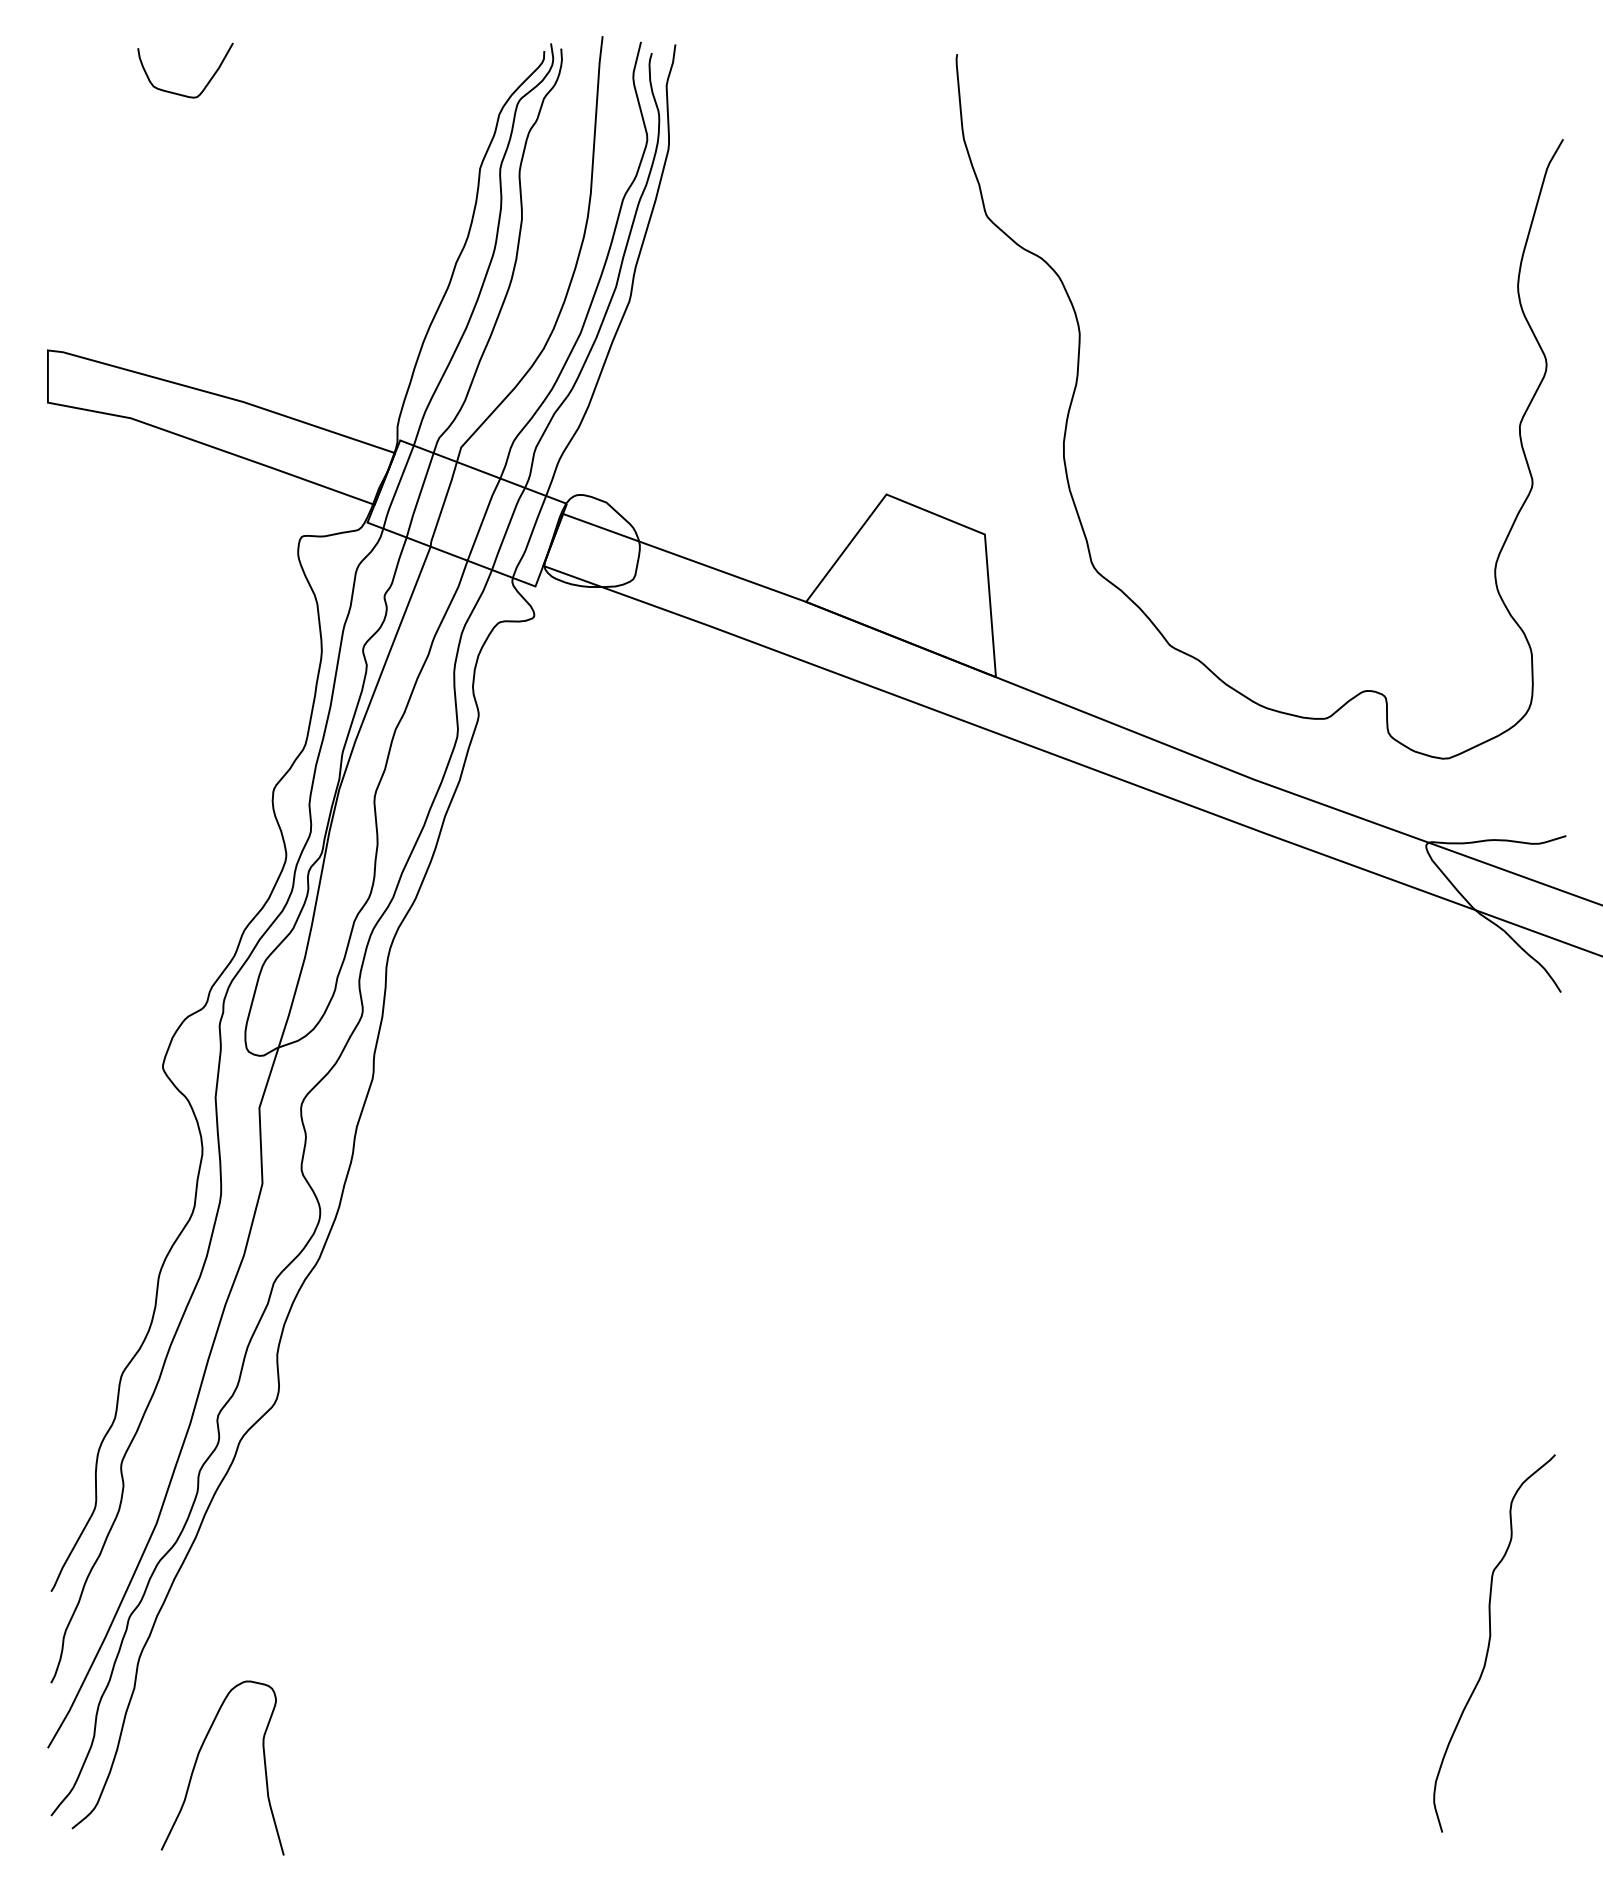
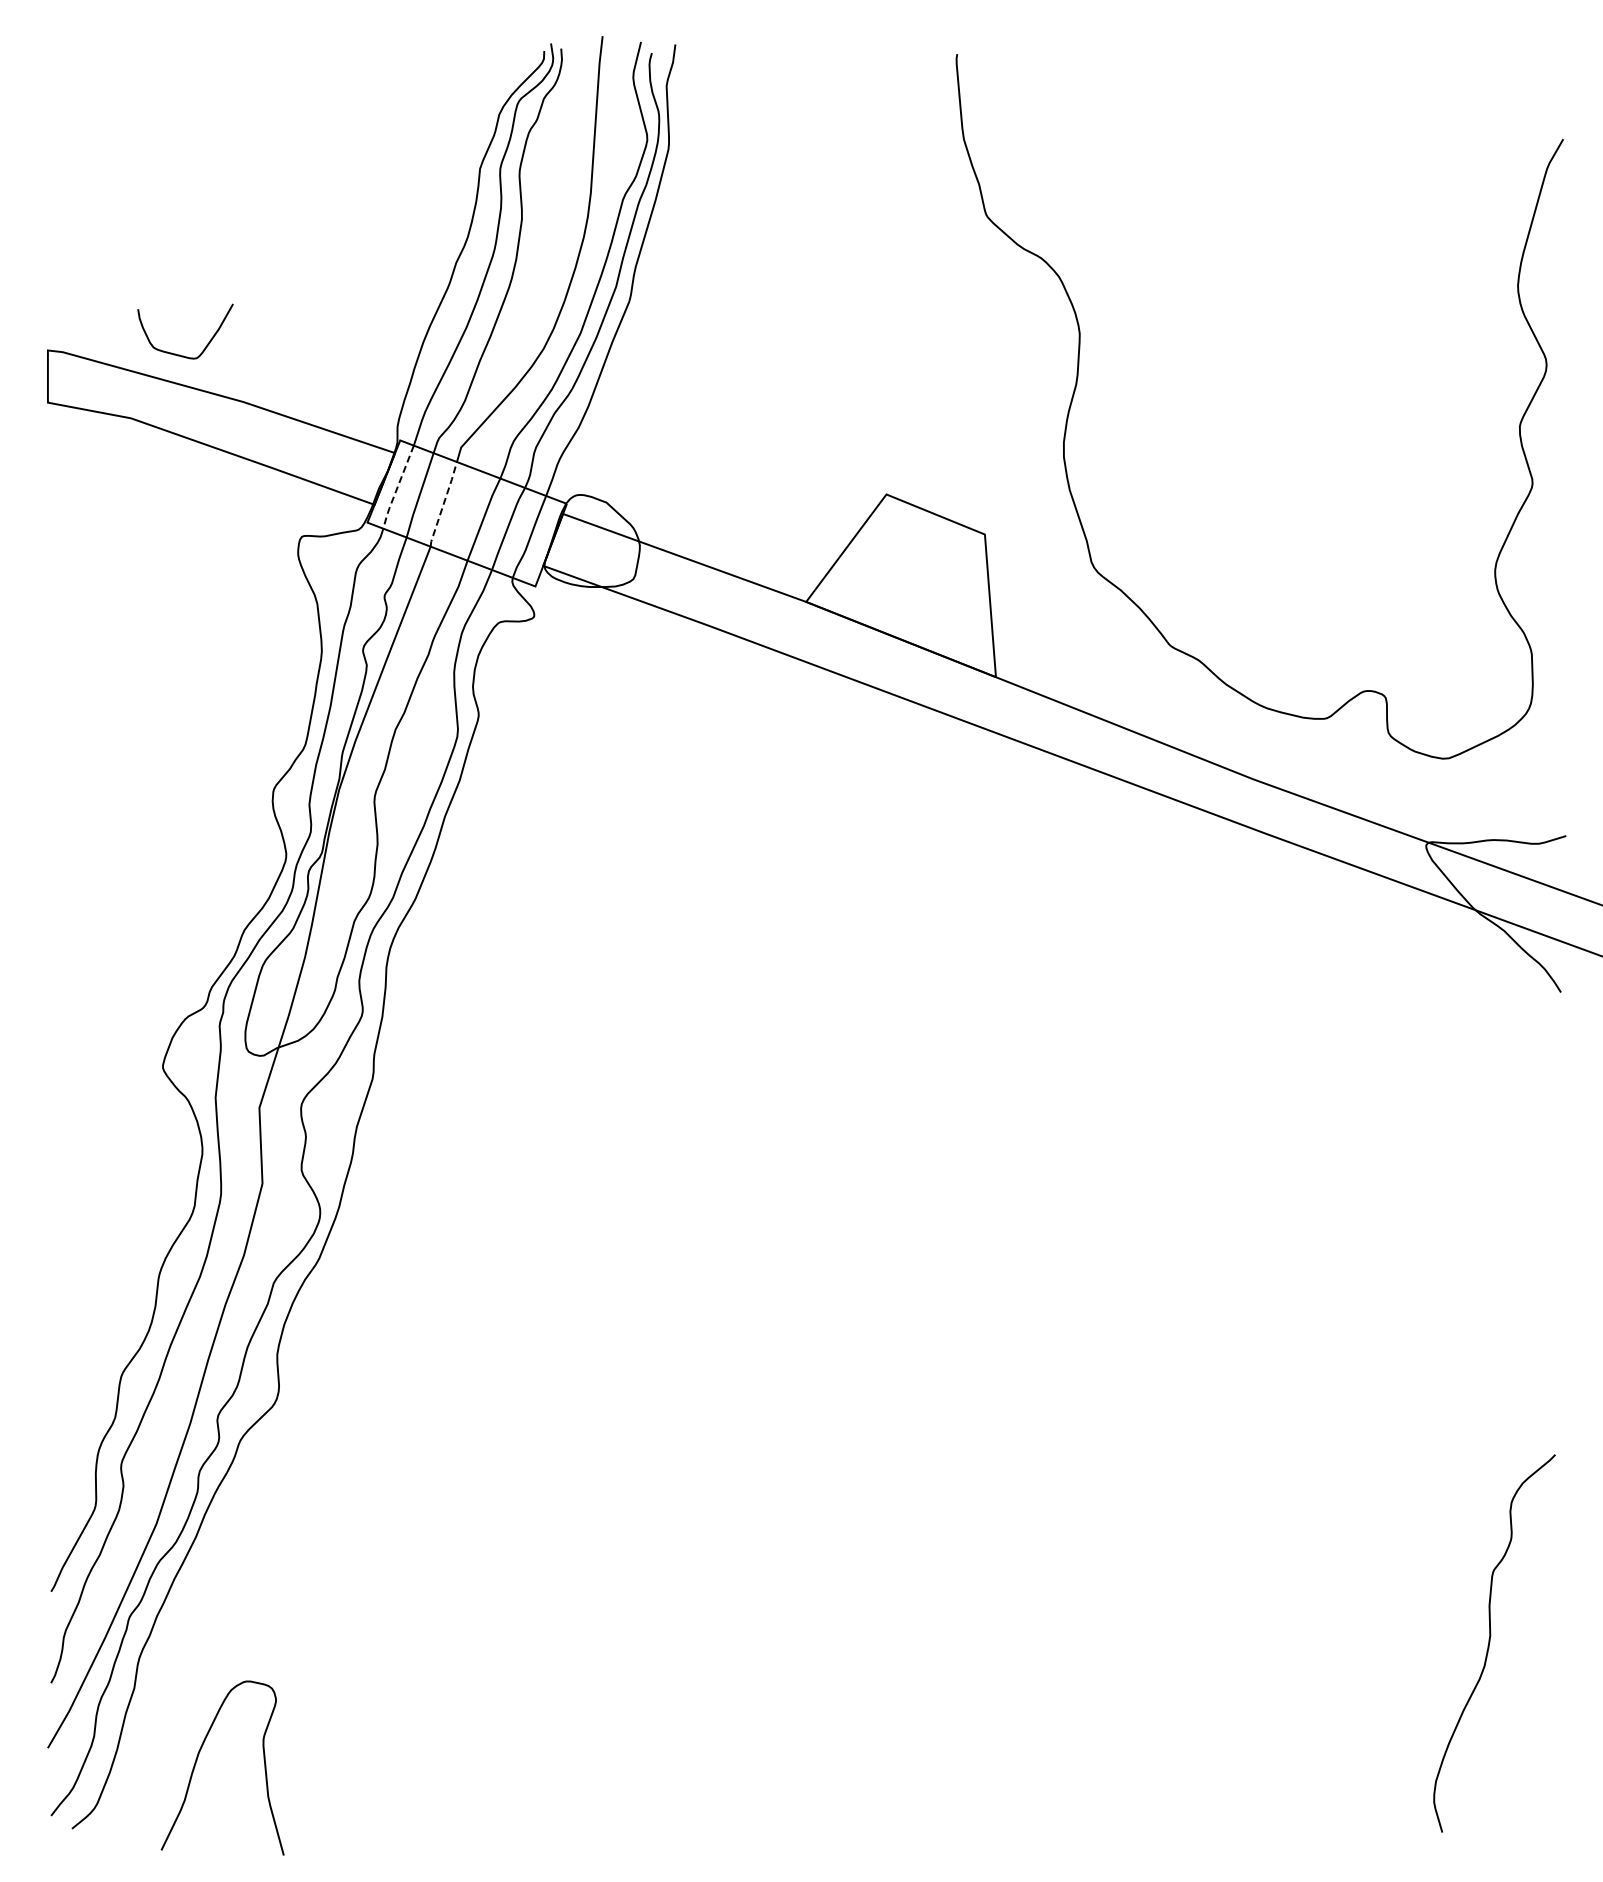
curve at (179, 93) position: (179, 93) -> (179, 354)
line at (397, 488): solid -> dashed
line at (443, 504): solid -> dashed
